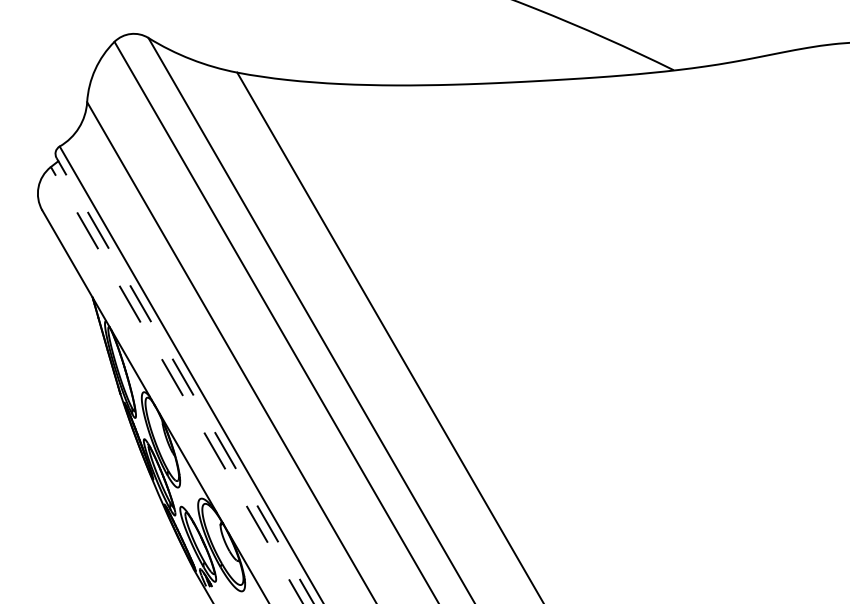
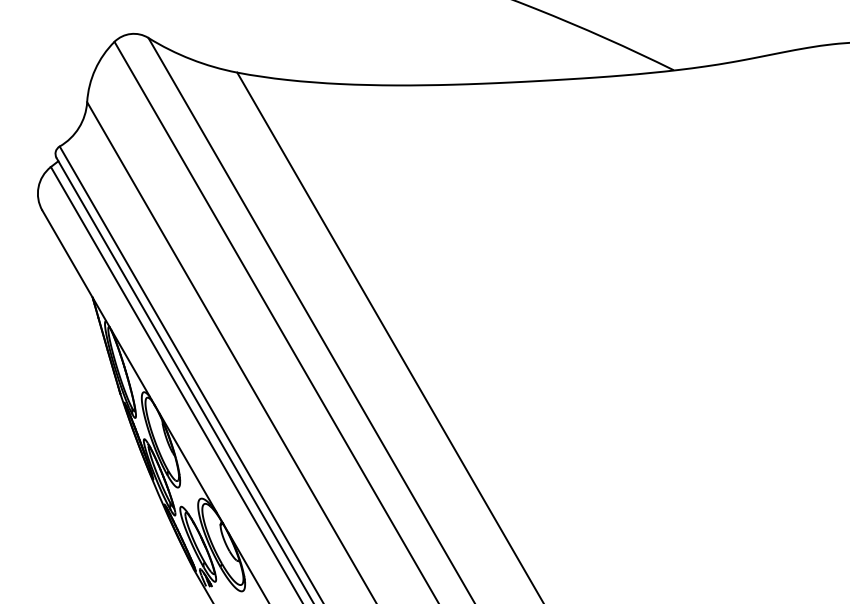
line at (185, 380): dashed -> solid
line at (176, 385): dashed -> solid
